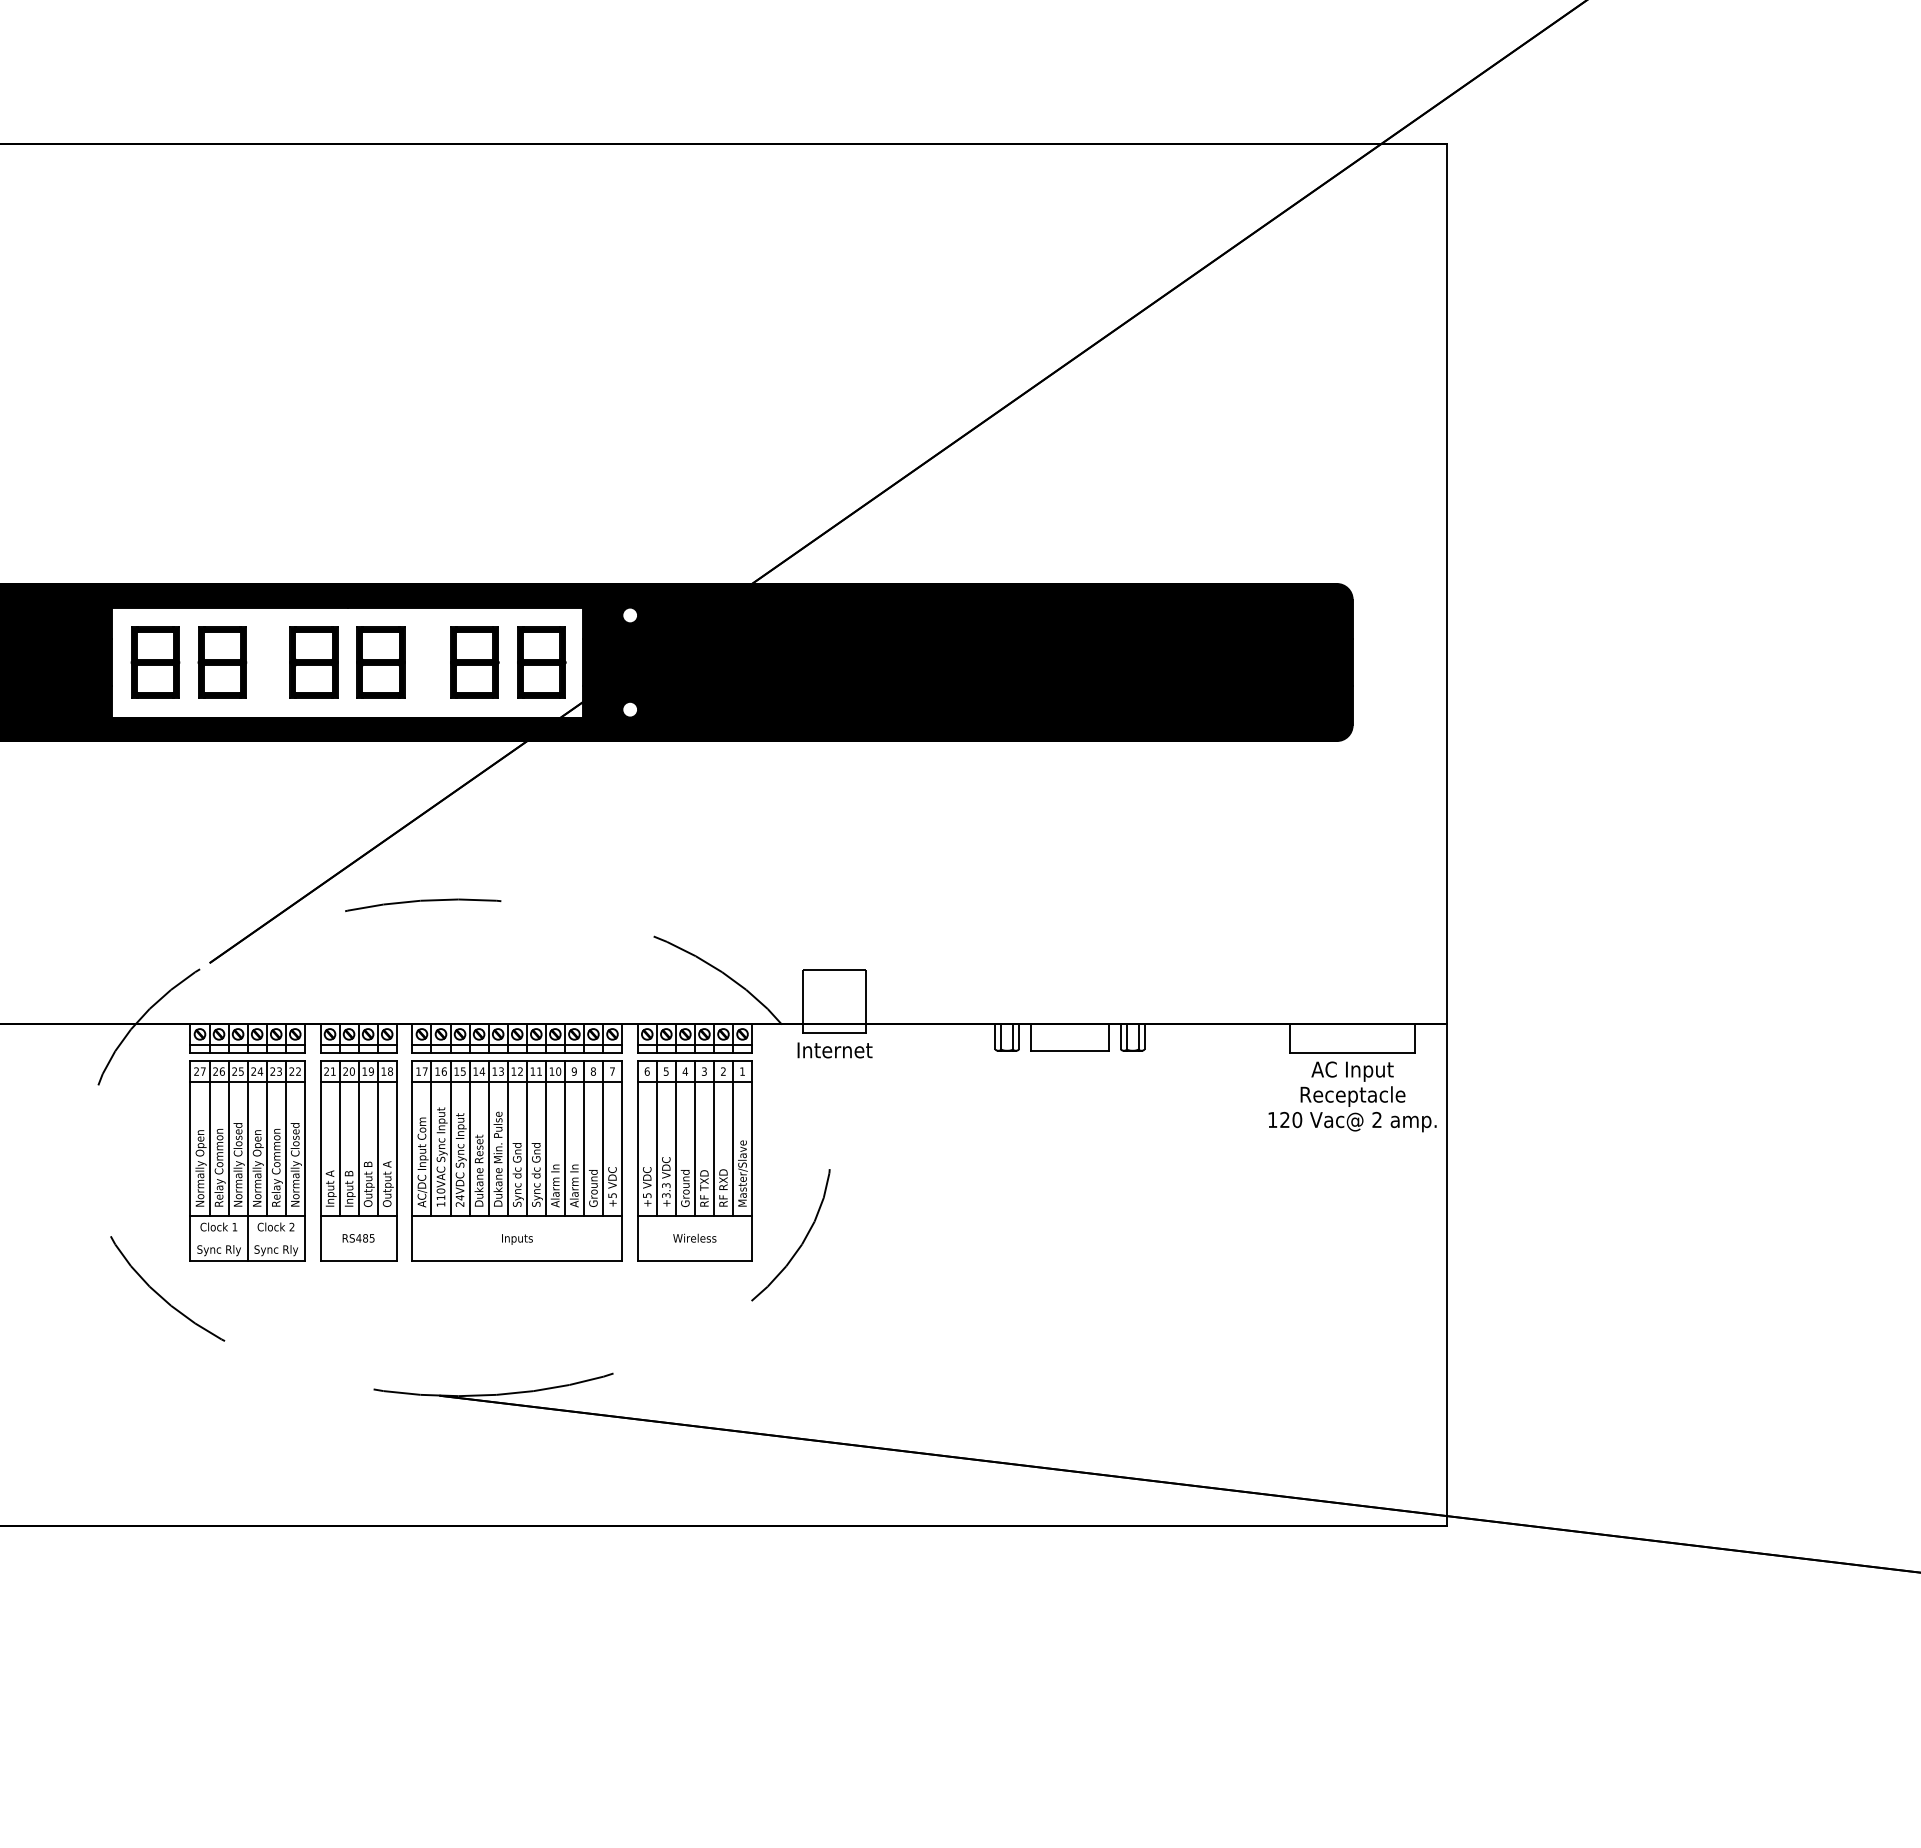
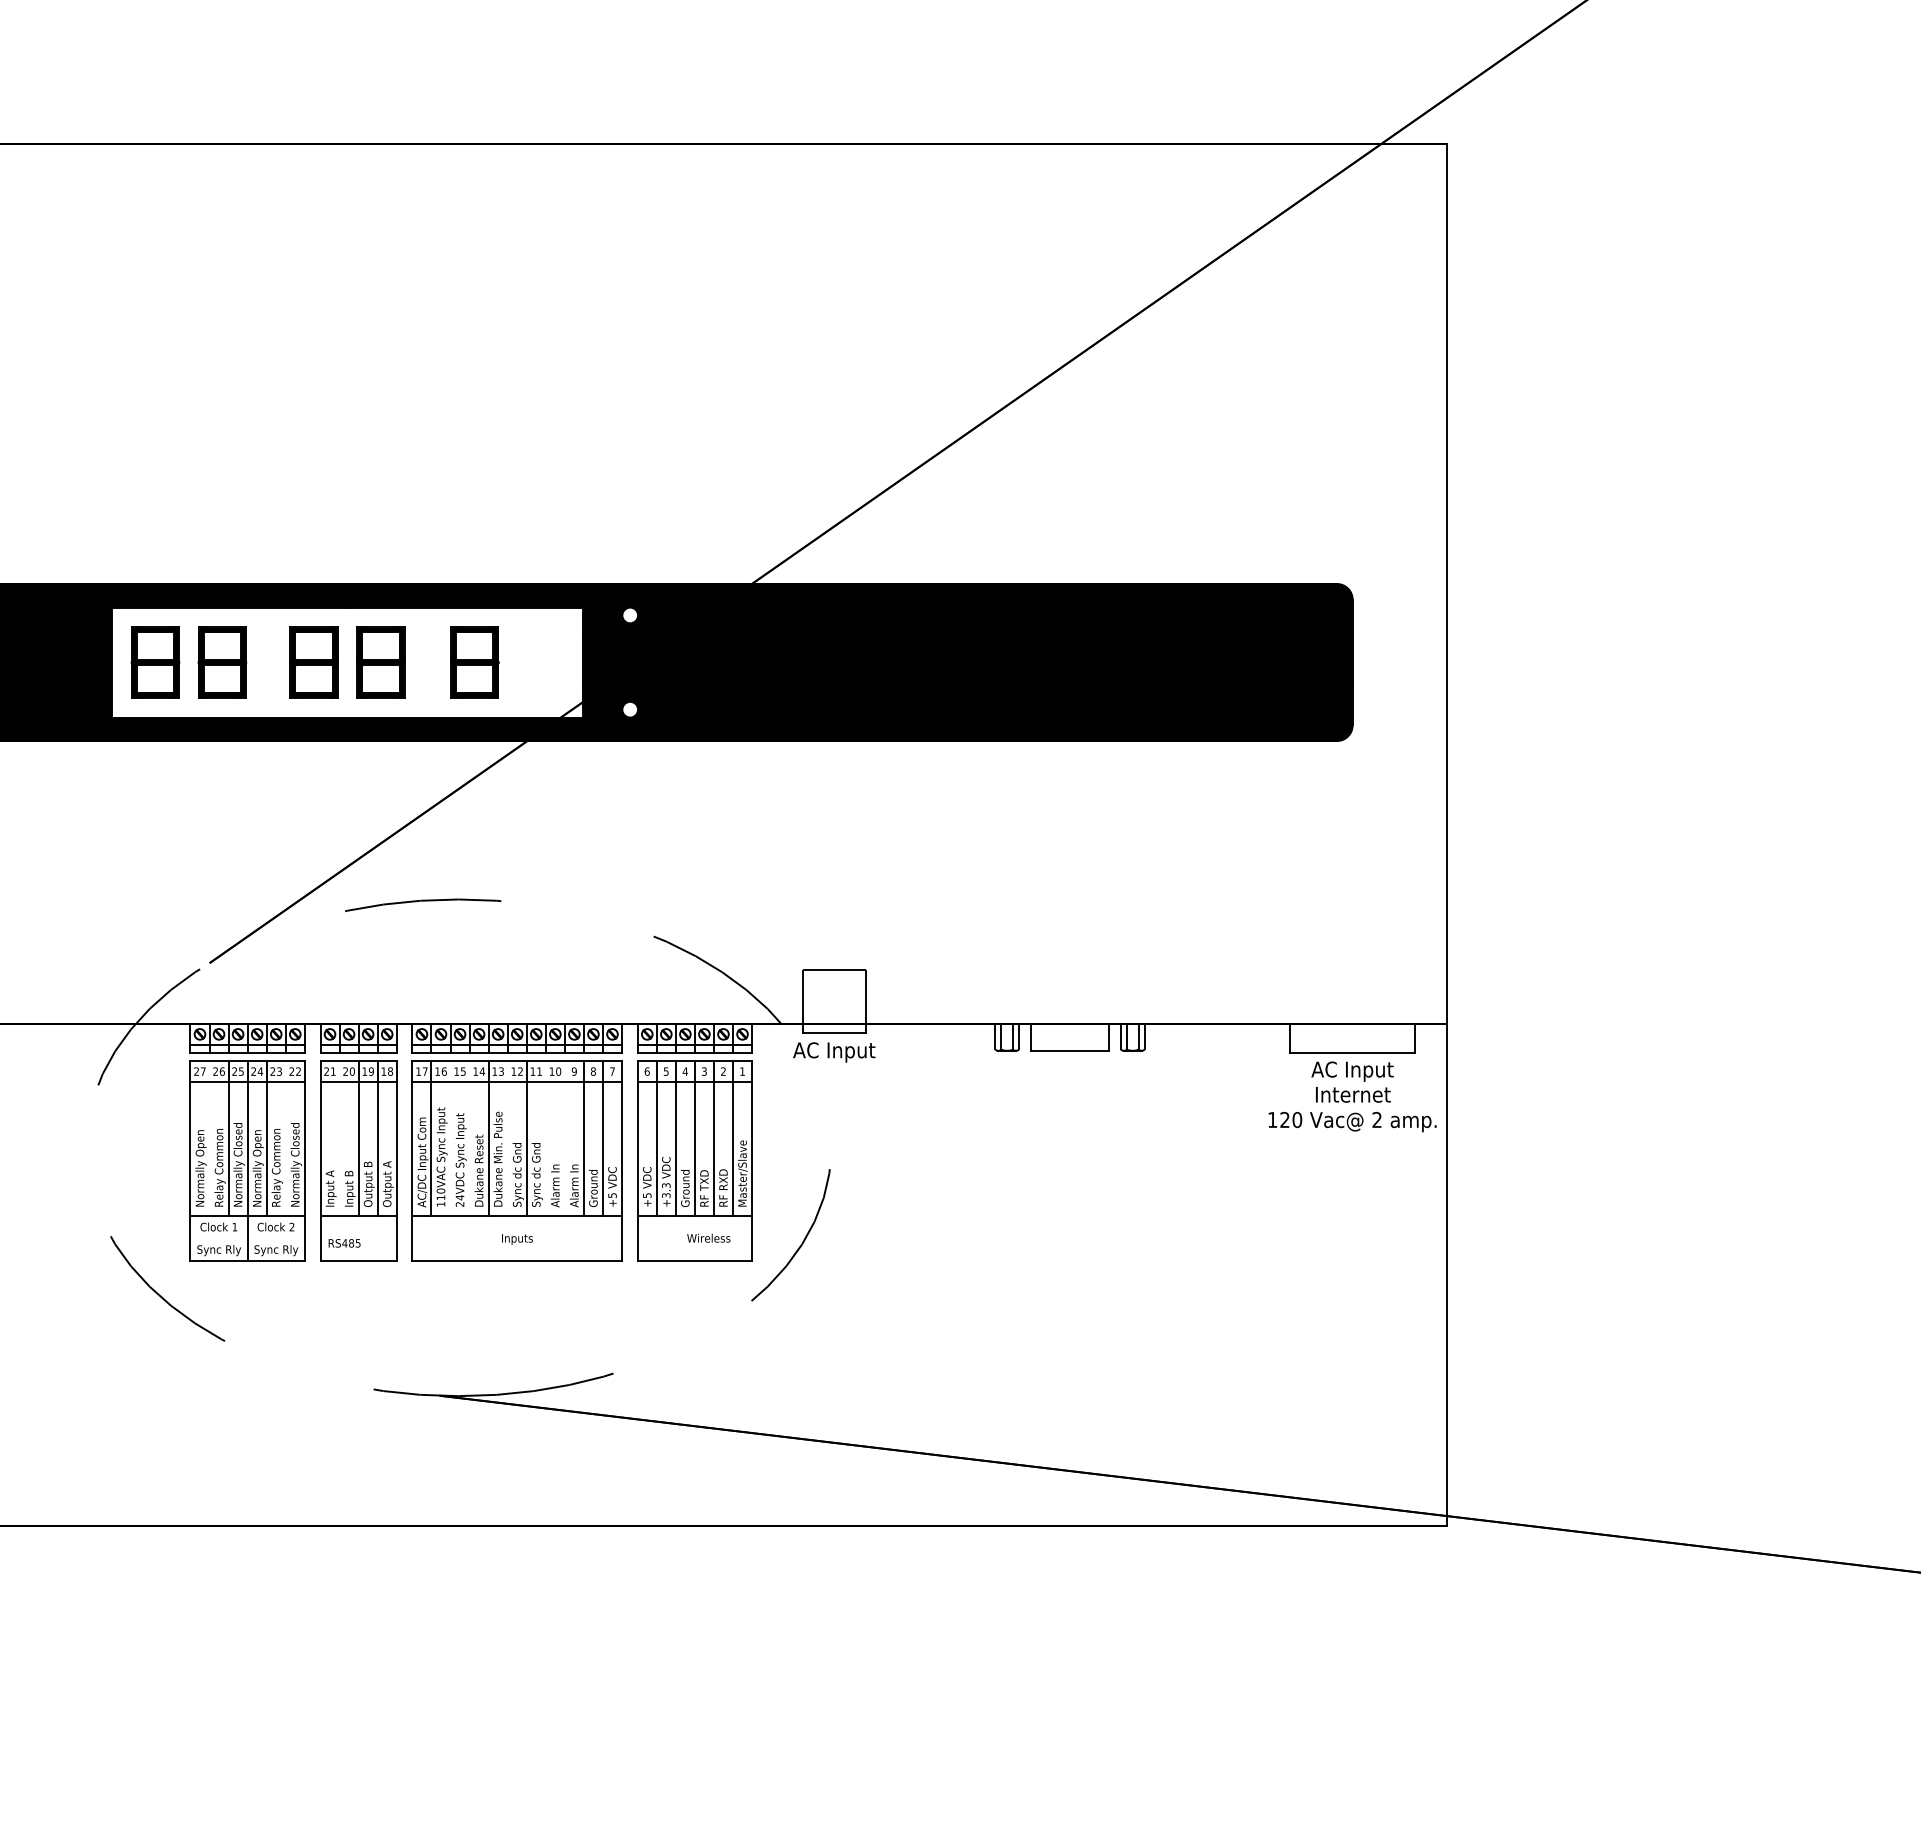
part at (541, 662): present -> none
text at (834, 1052): Internet -> AC Input
text at (1352, 1096): Receptacle -> Internet
line at (209, 1137): present -> none
line at (285, 1137): present -> none
line at (339, 1137): present -> none
line at (450, 1137): present -> none
line at (469, 1137): present -> none
line at (507, 1137): present -> none
line at (545, 1137): present -> none
line at (564, 1137): present -> none
text at (694, 1237) position: (694, 1237) -> (708, 1237)
text at (358, 1238) position: (358, 1238) -> (344, 1243)
